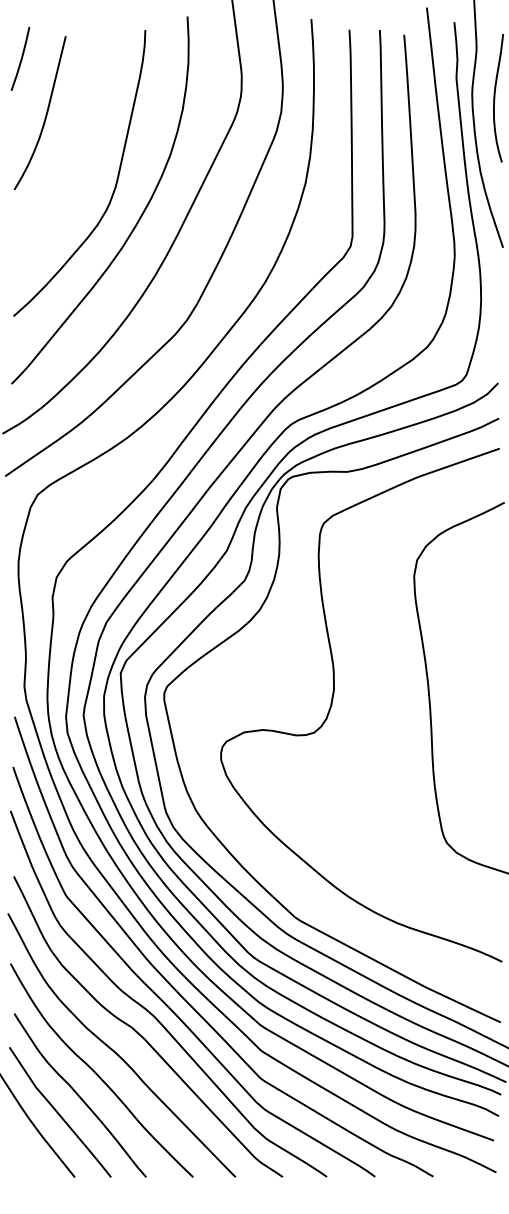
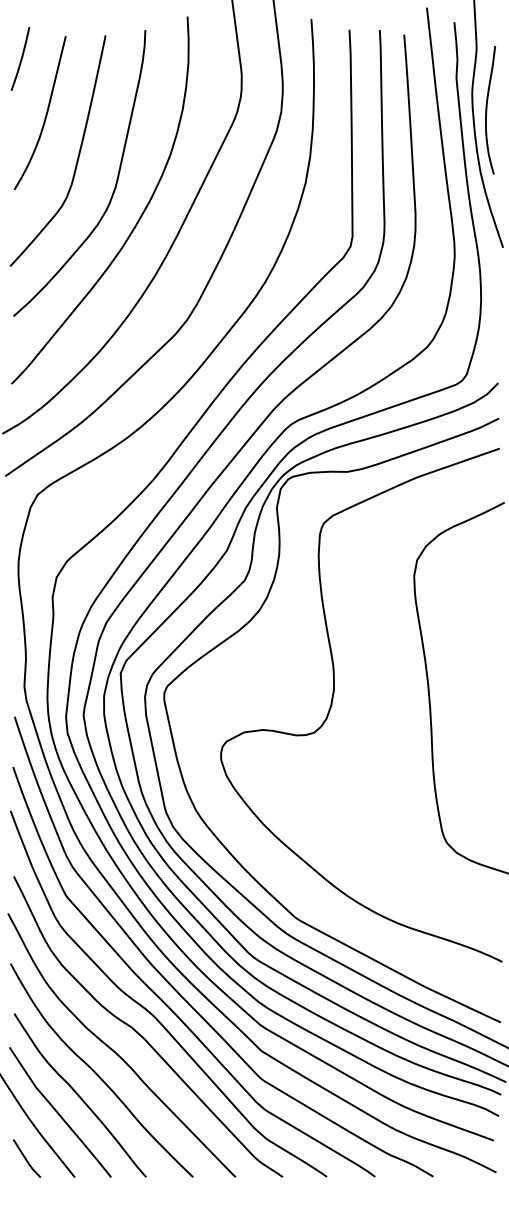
curve at (495, 98) position: (495, 98) -> (487, 110)
curve at (77, 156): none -> present
curve at (26, 1158): none -> present
